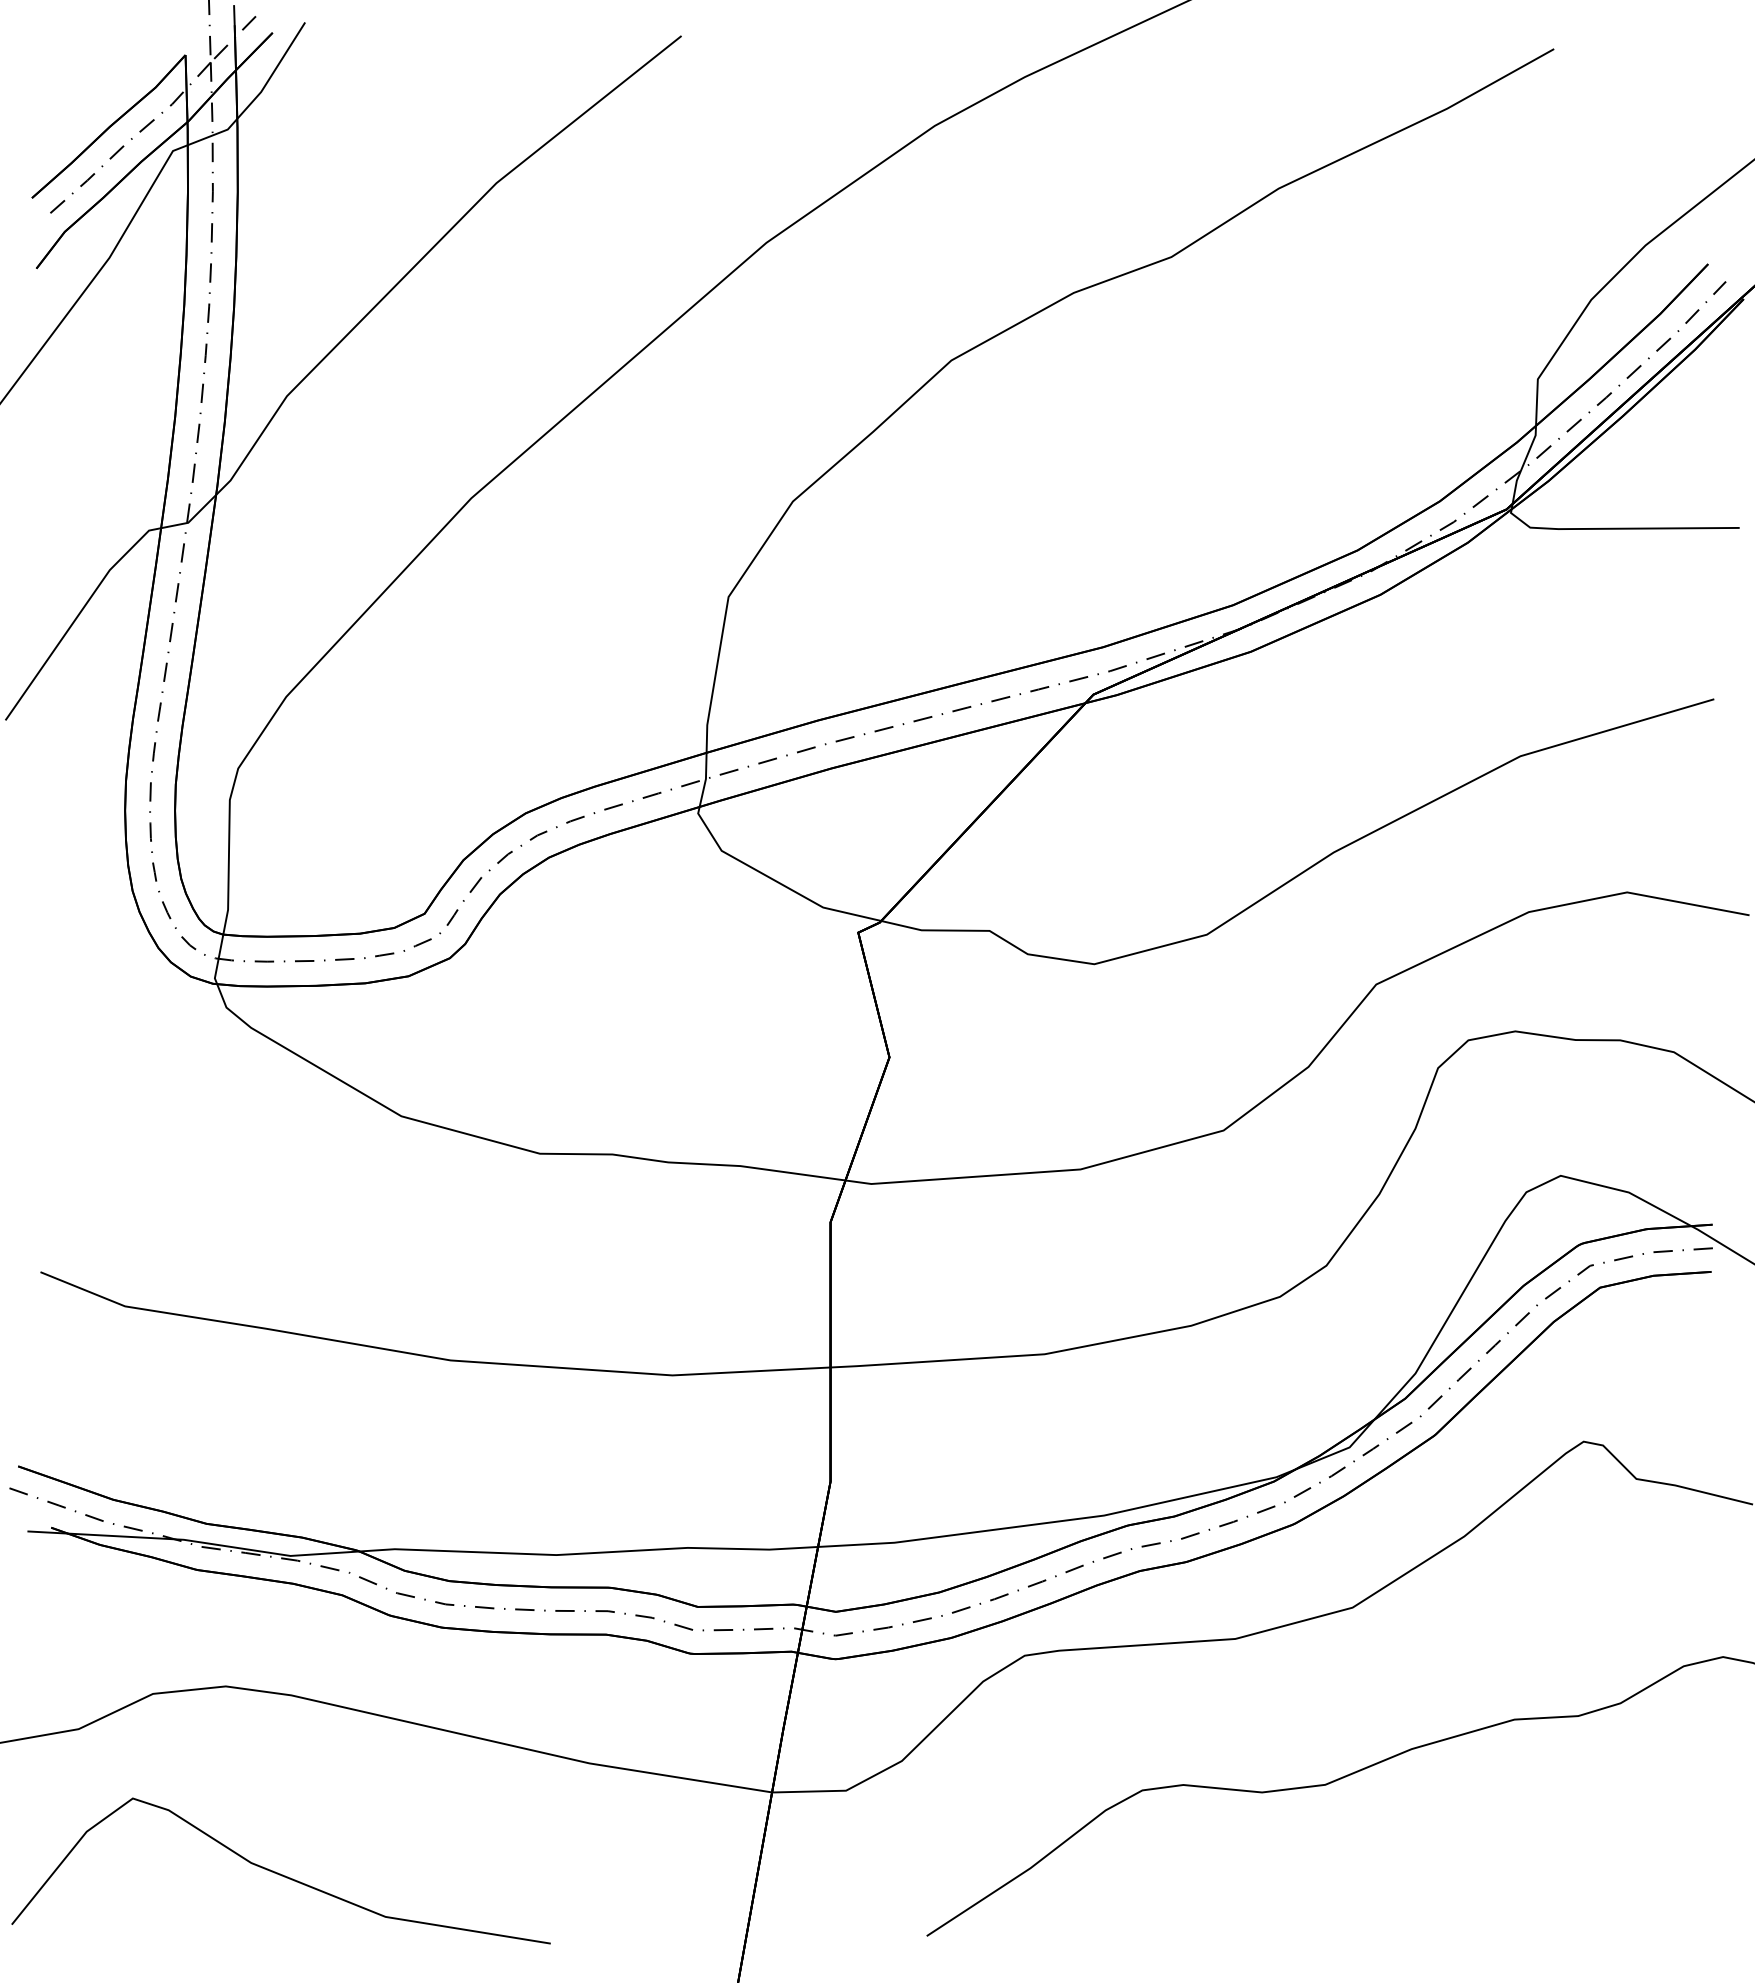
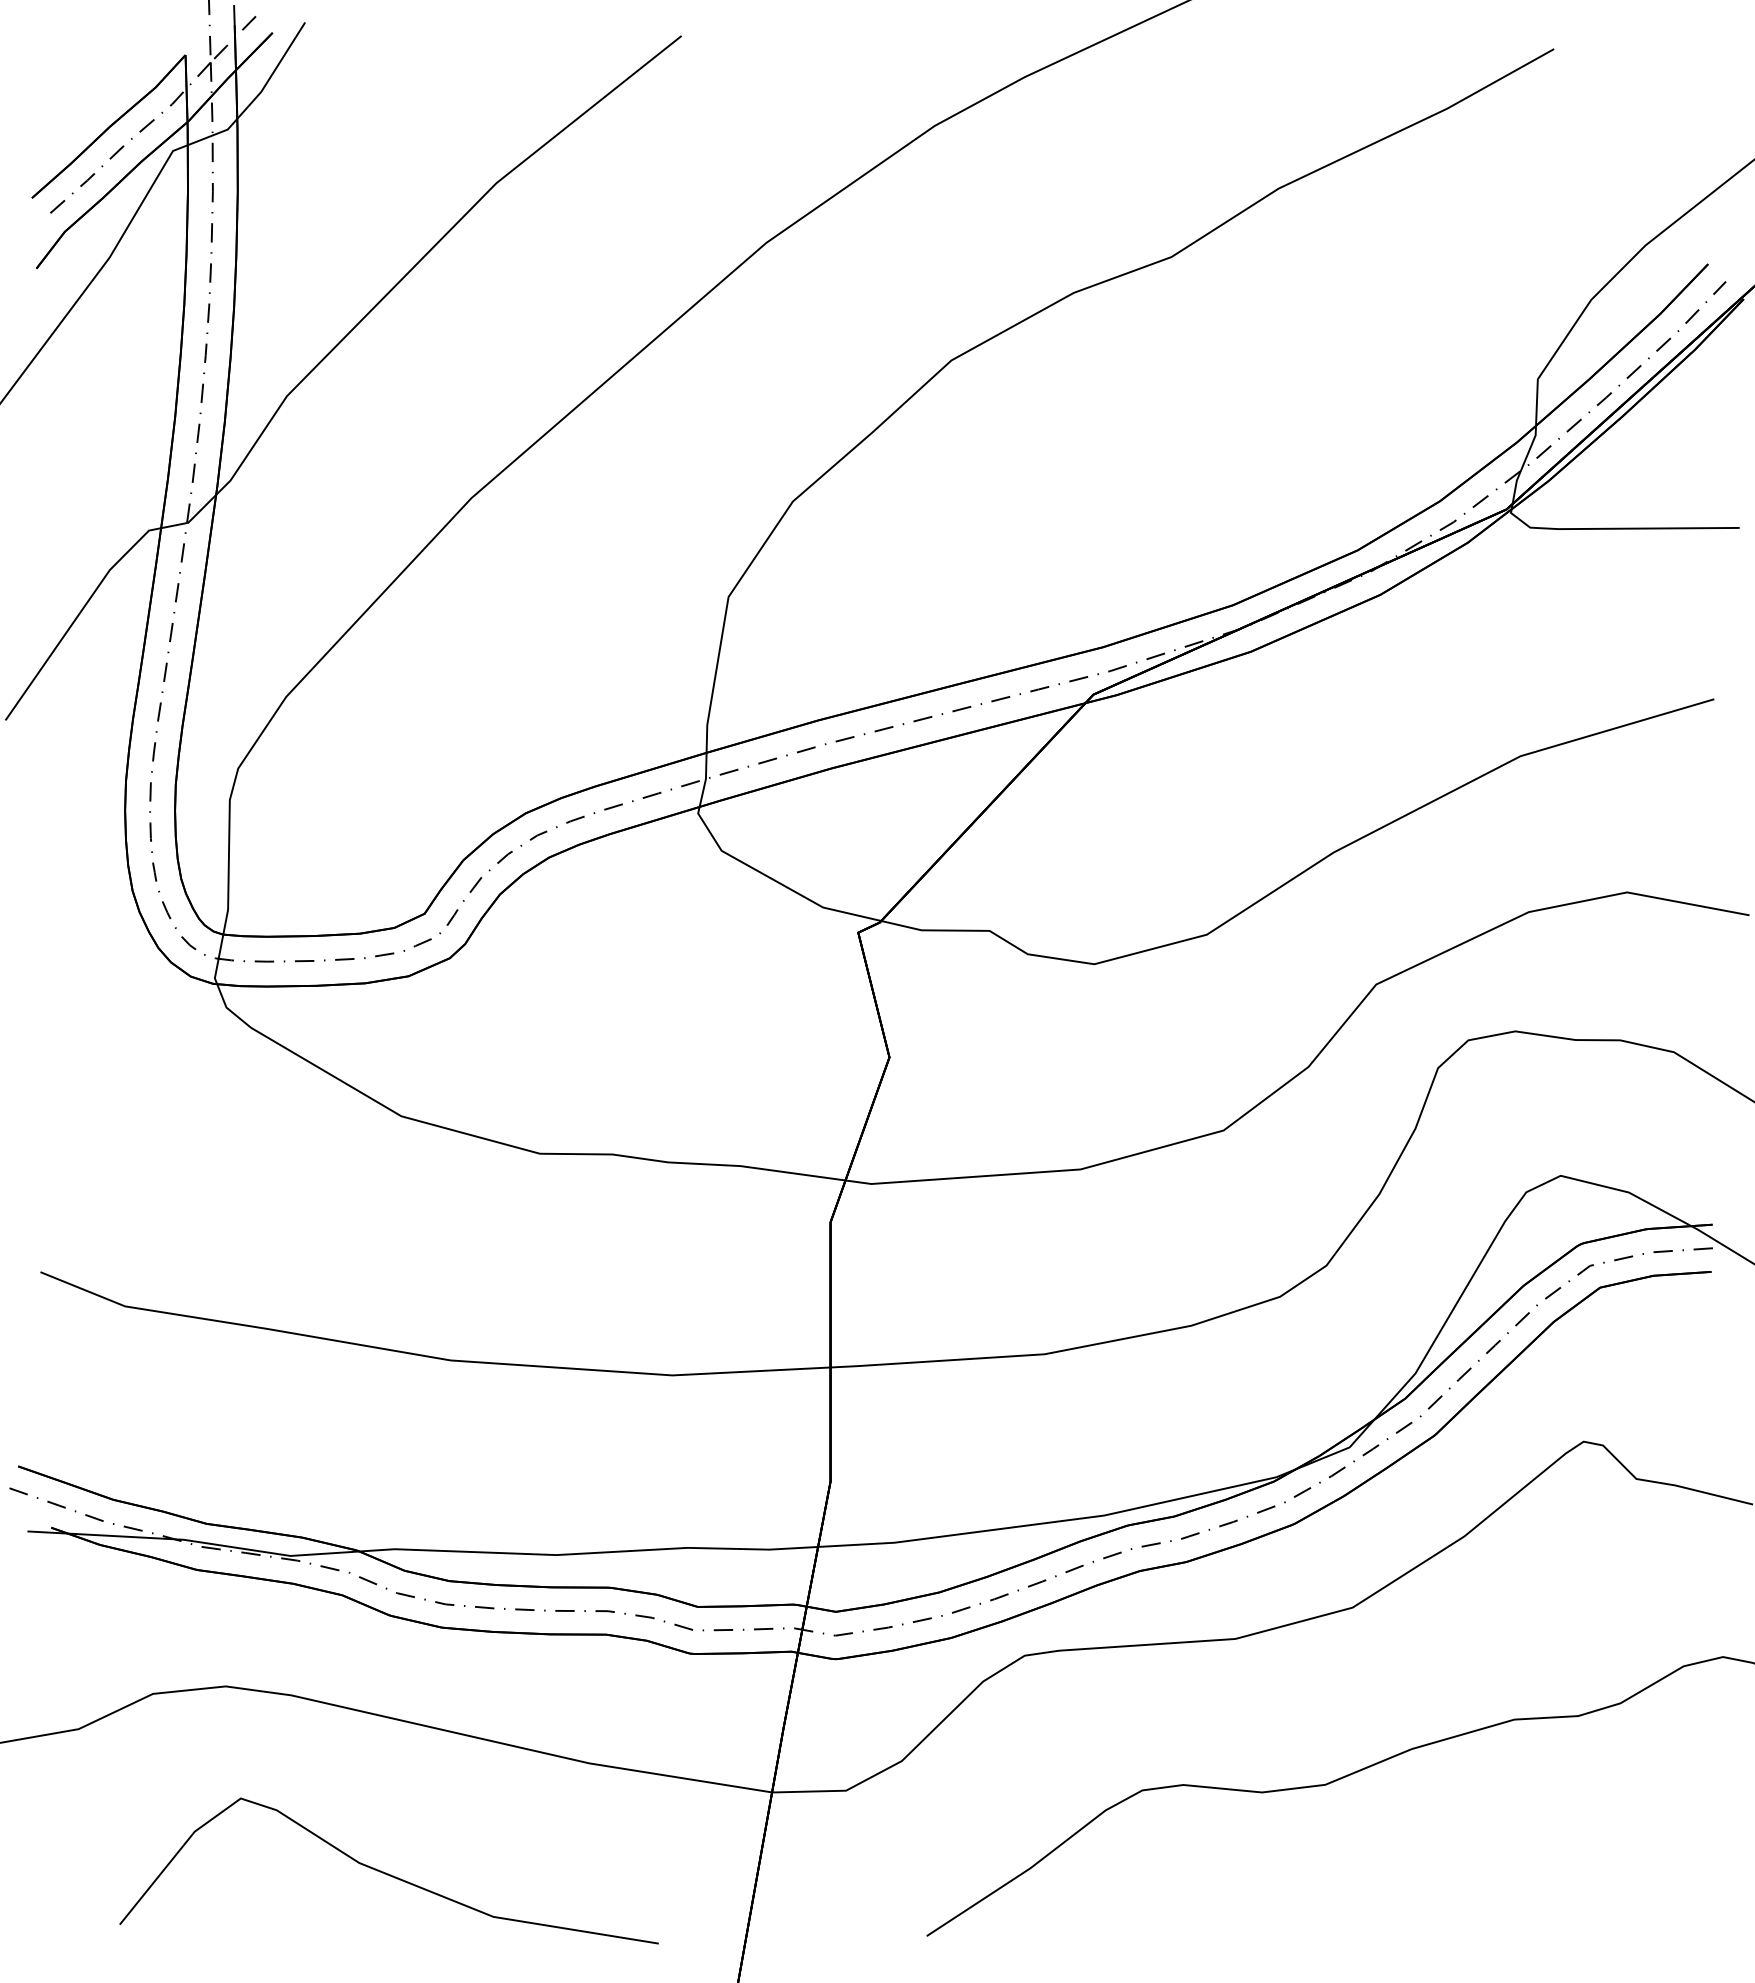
curve at (278, 1872) position: (278, 1872) -> (386, 1872)
